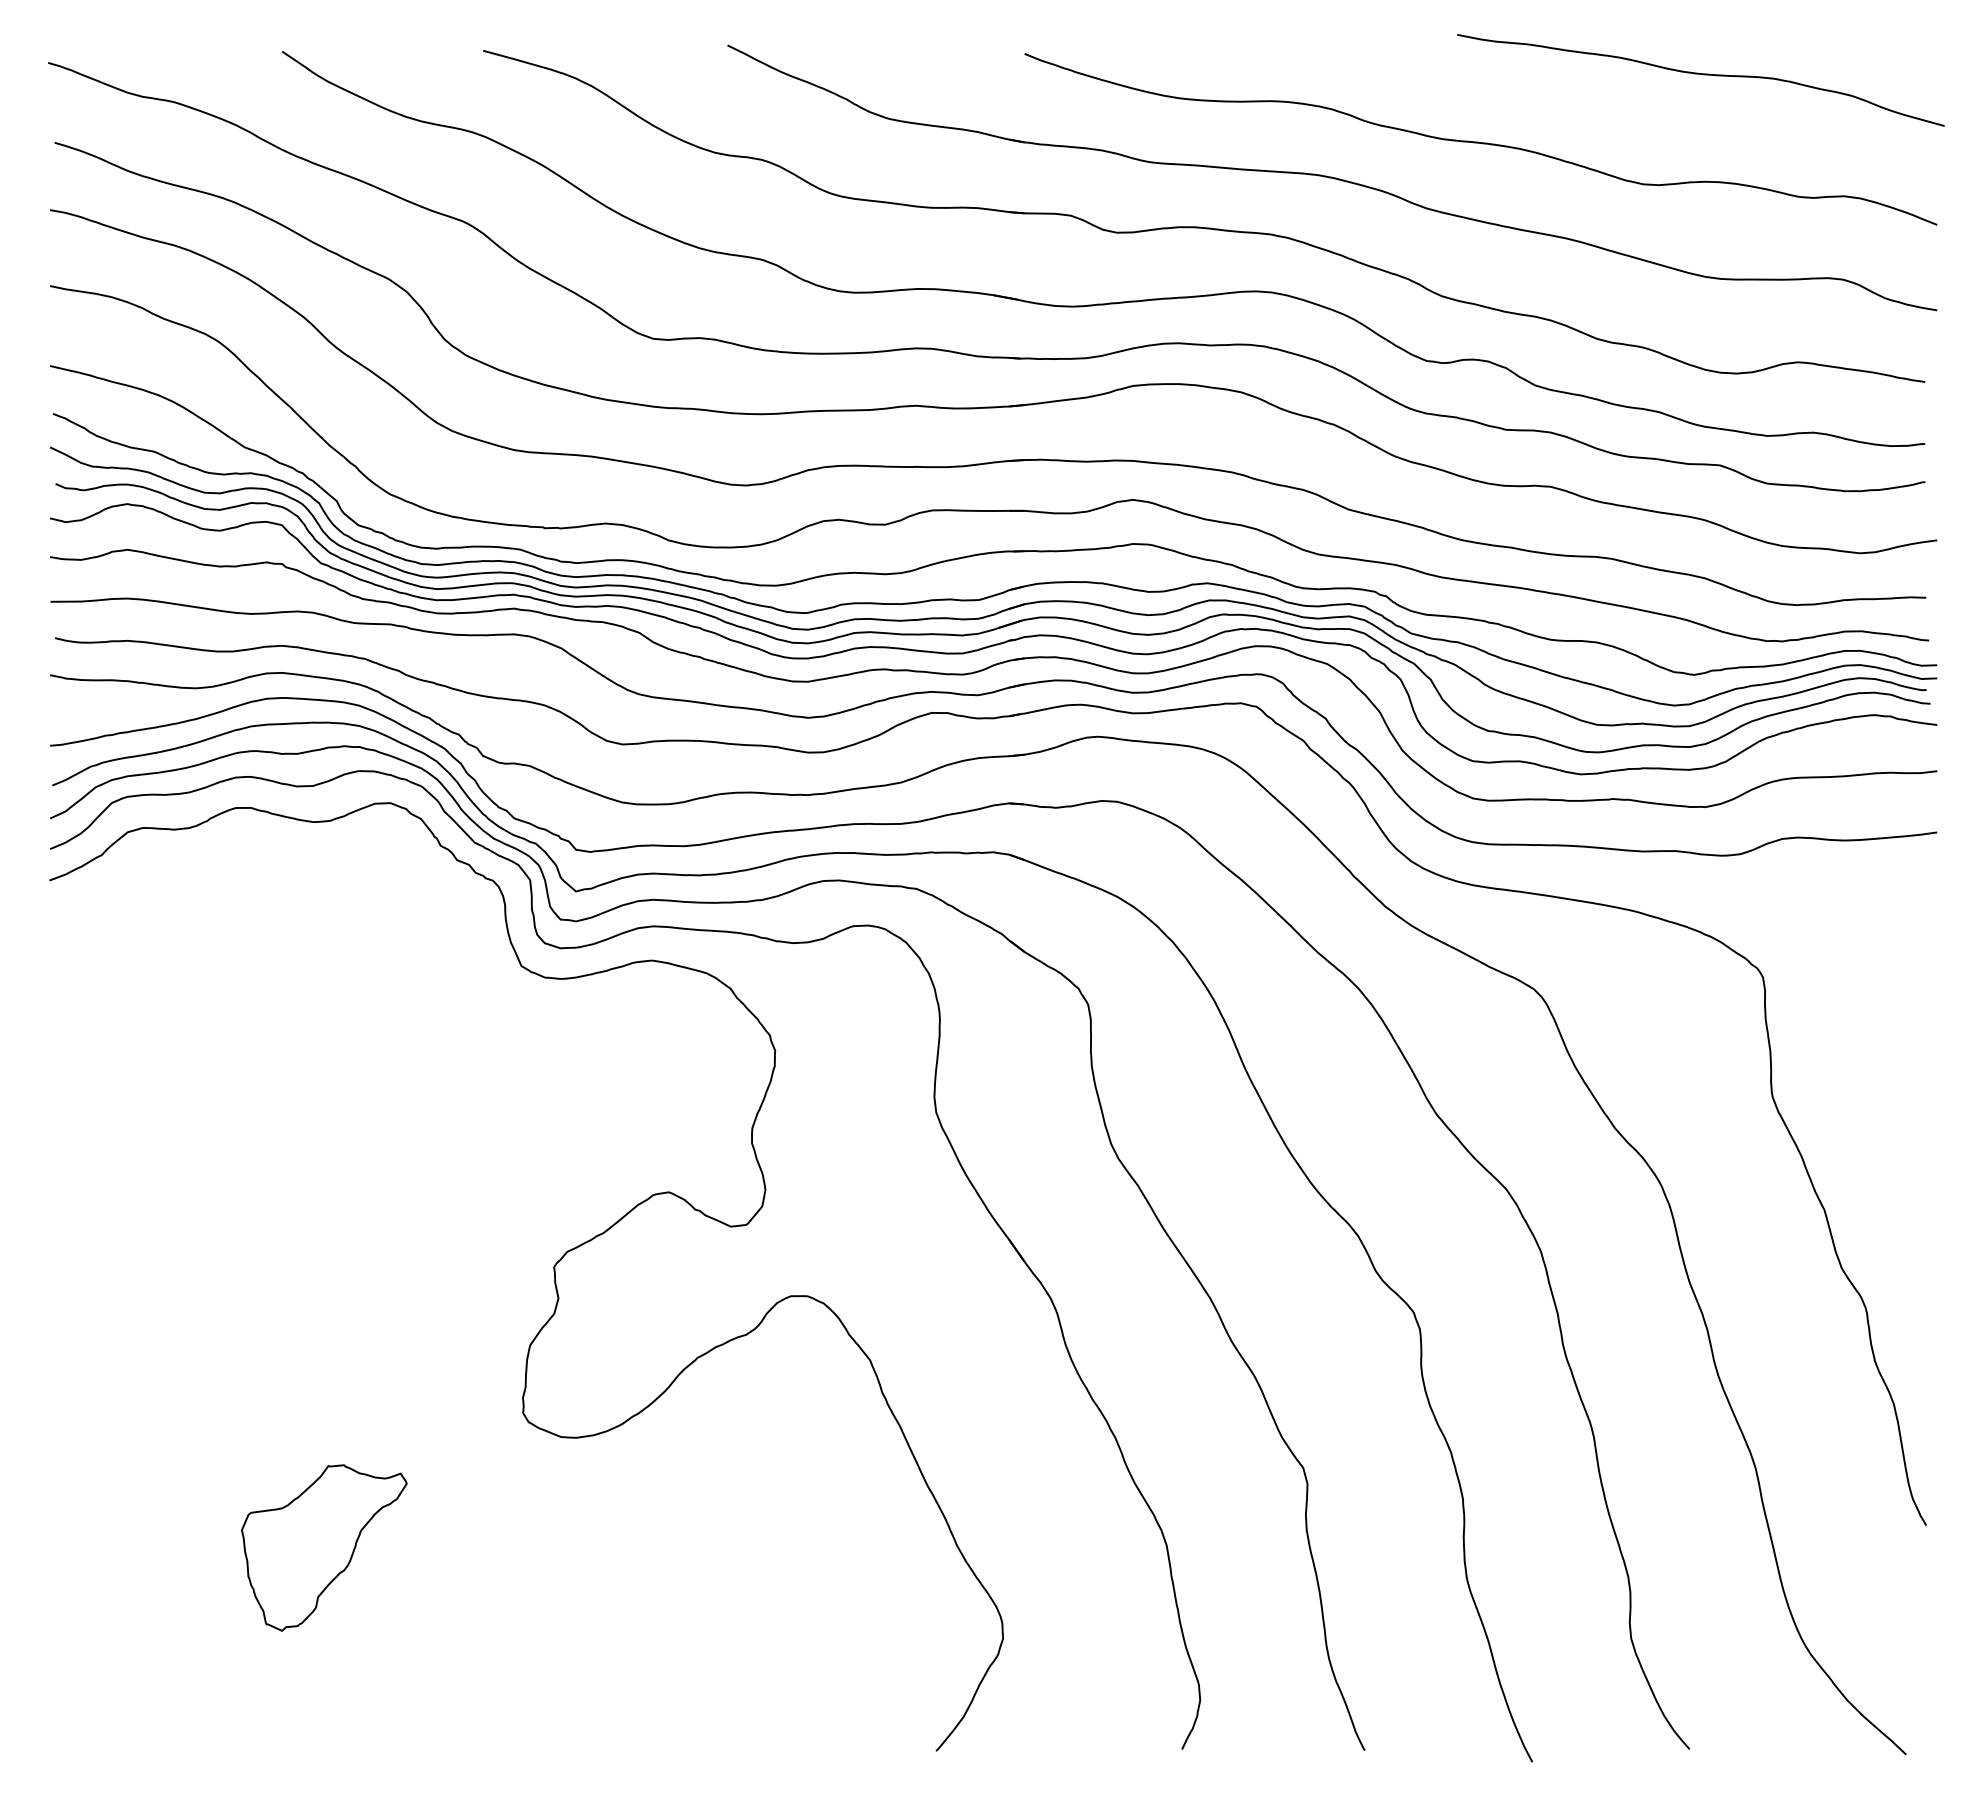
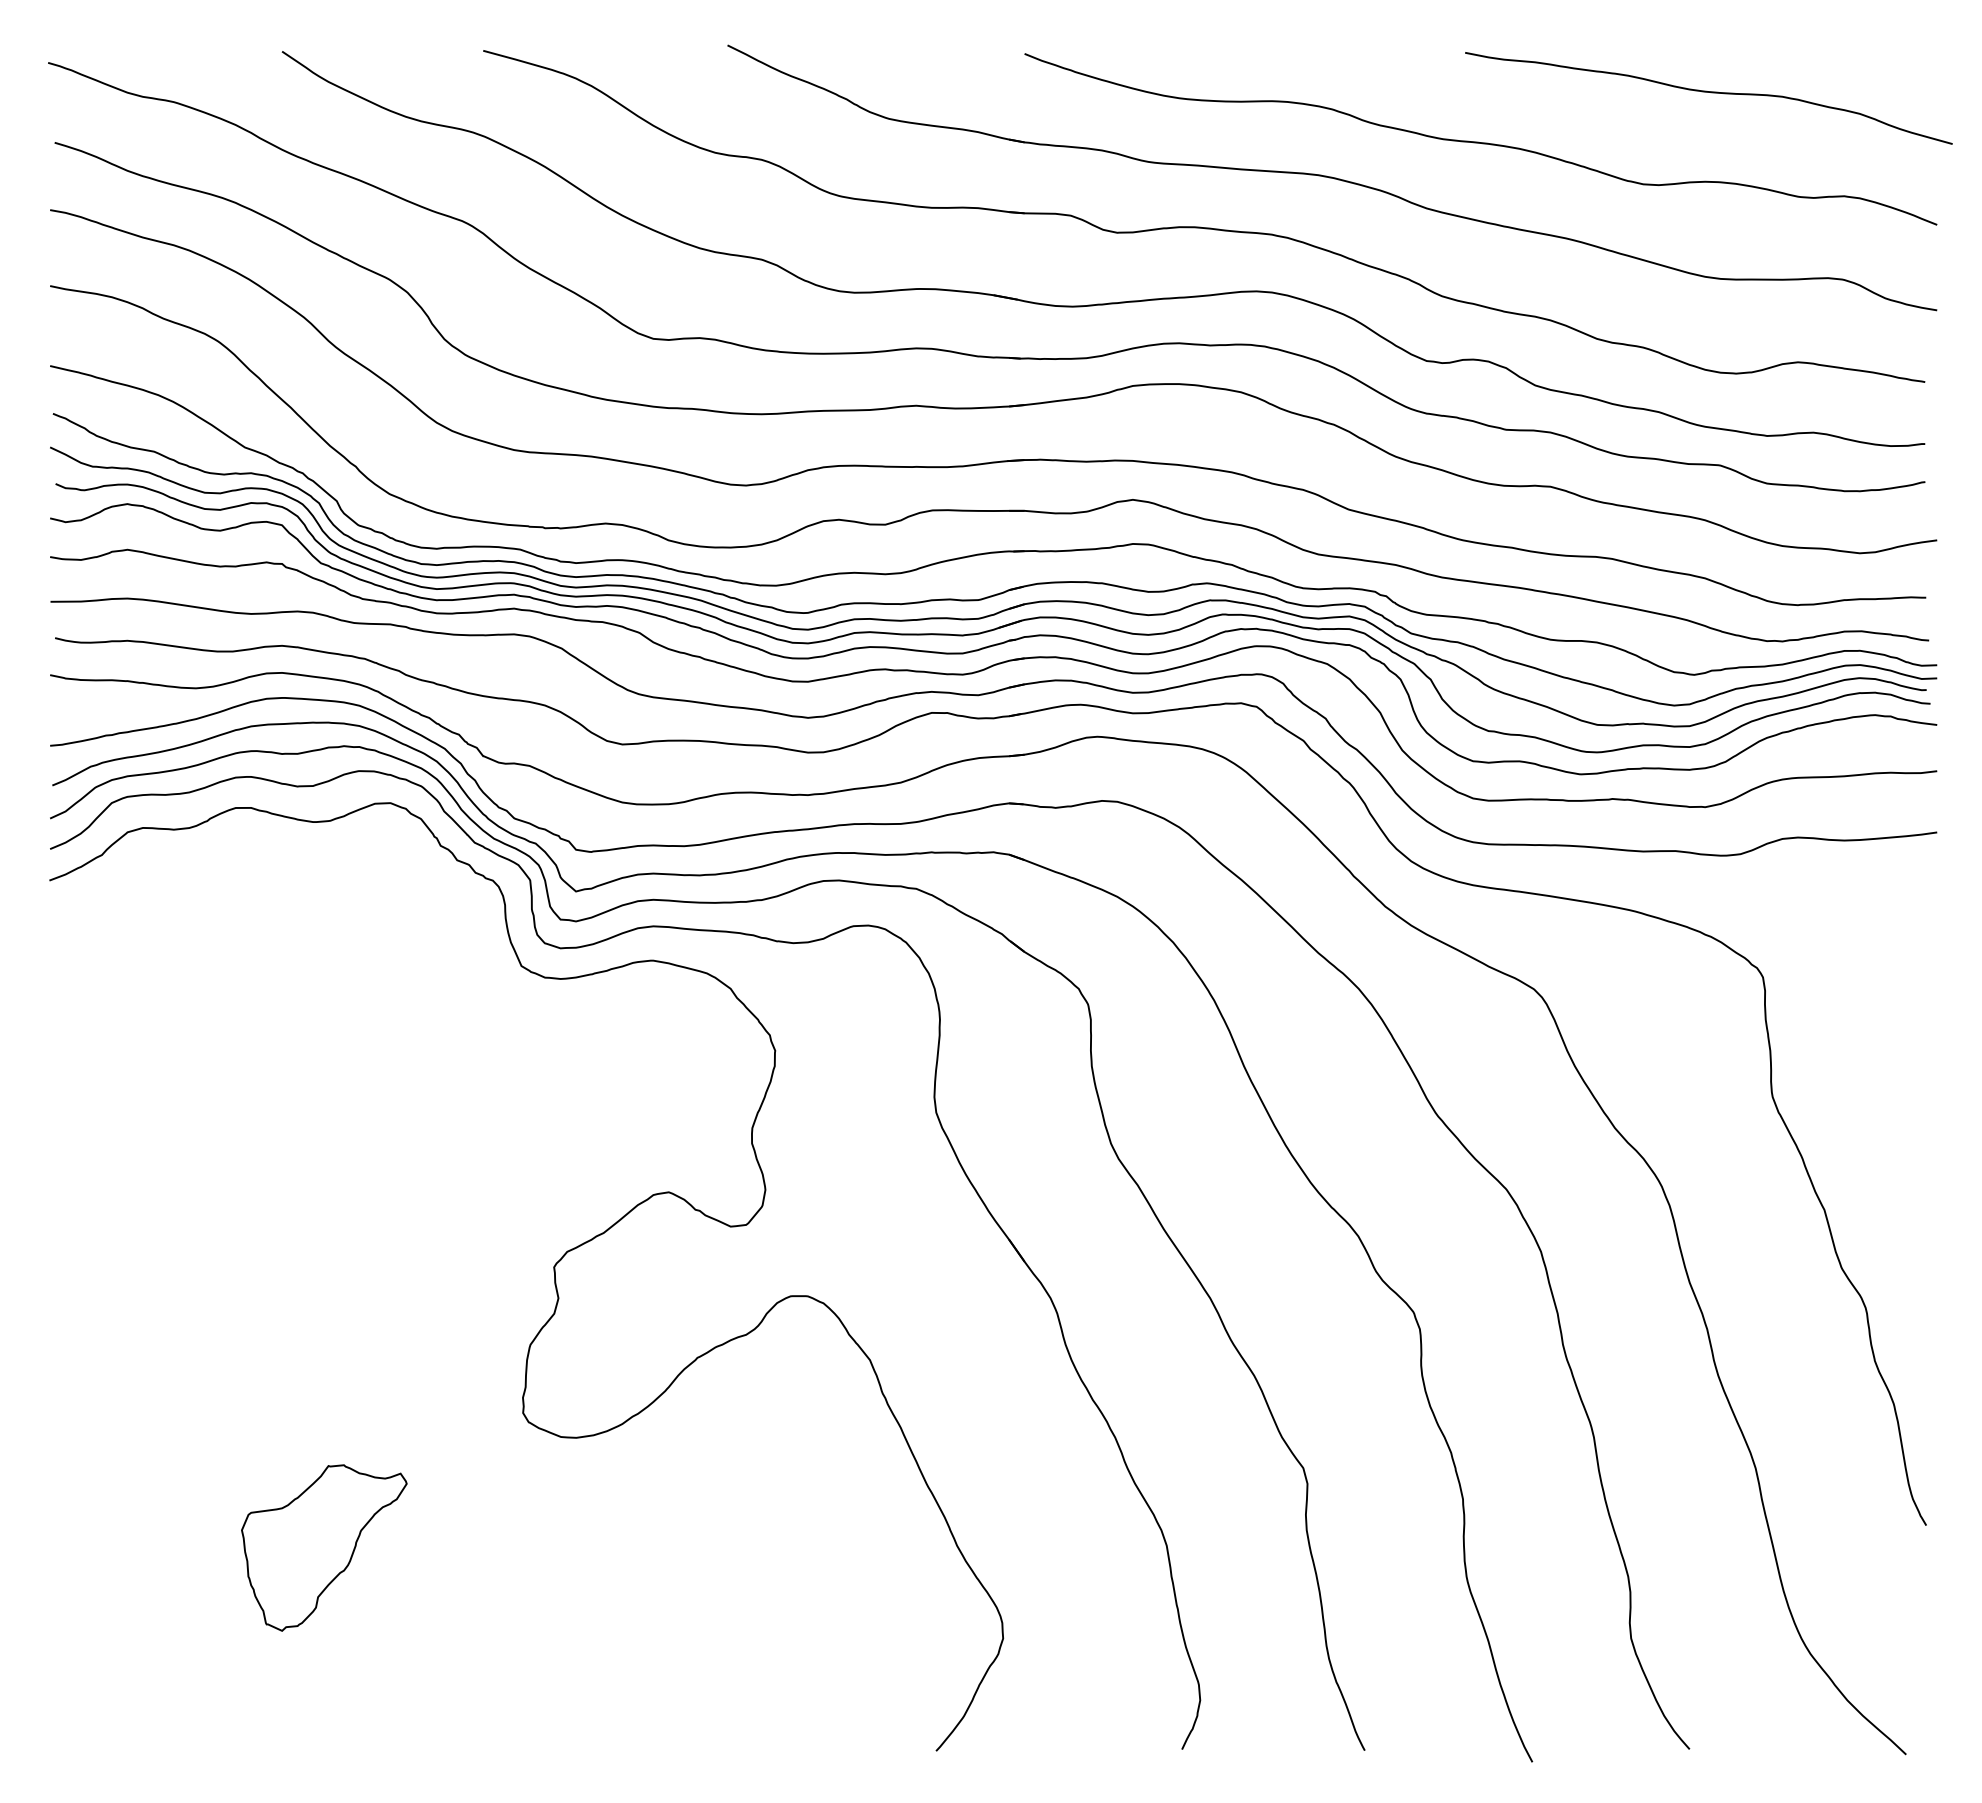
curve at (1703, 75) position: (1703, 75) -> (1711, 93)
